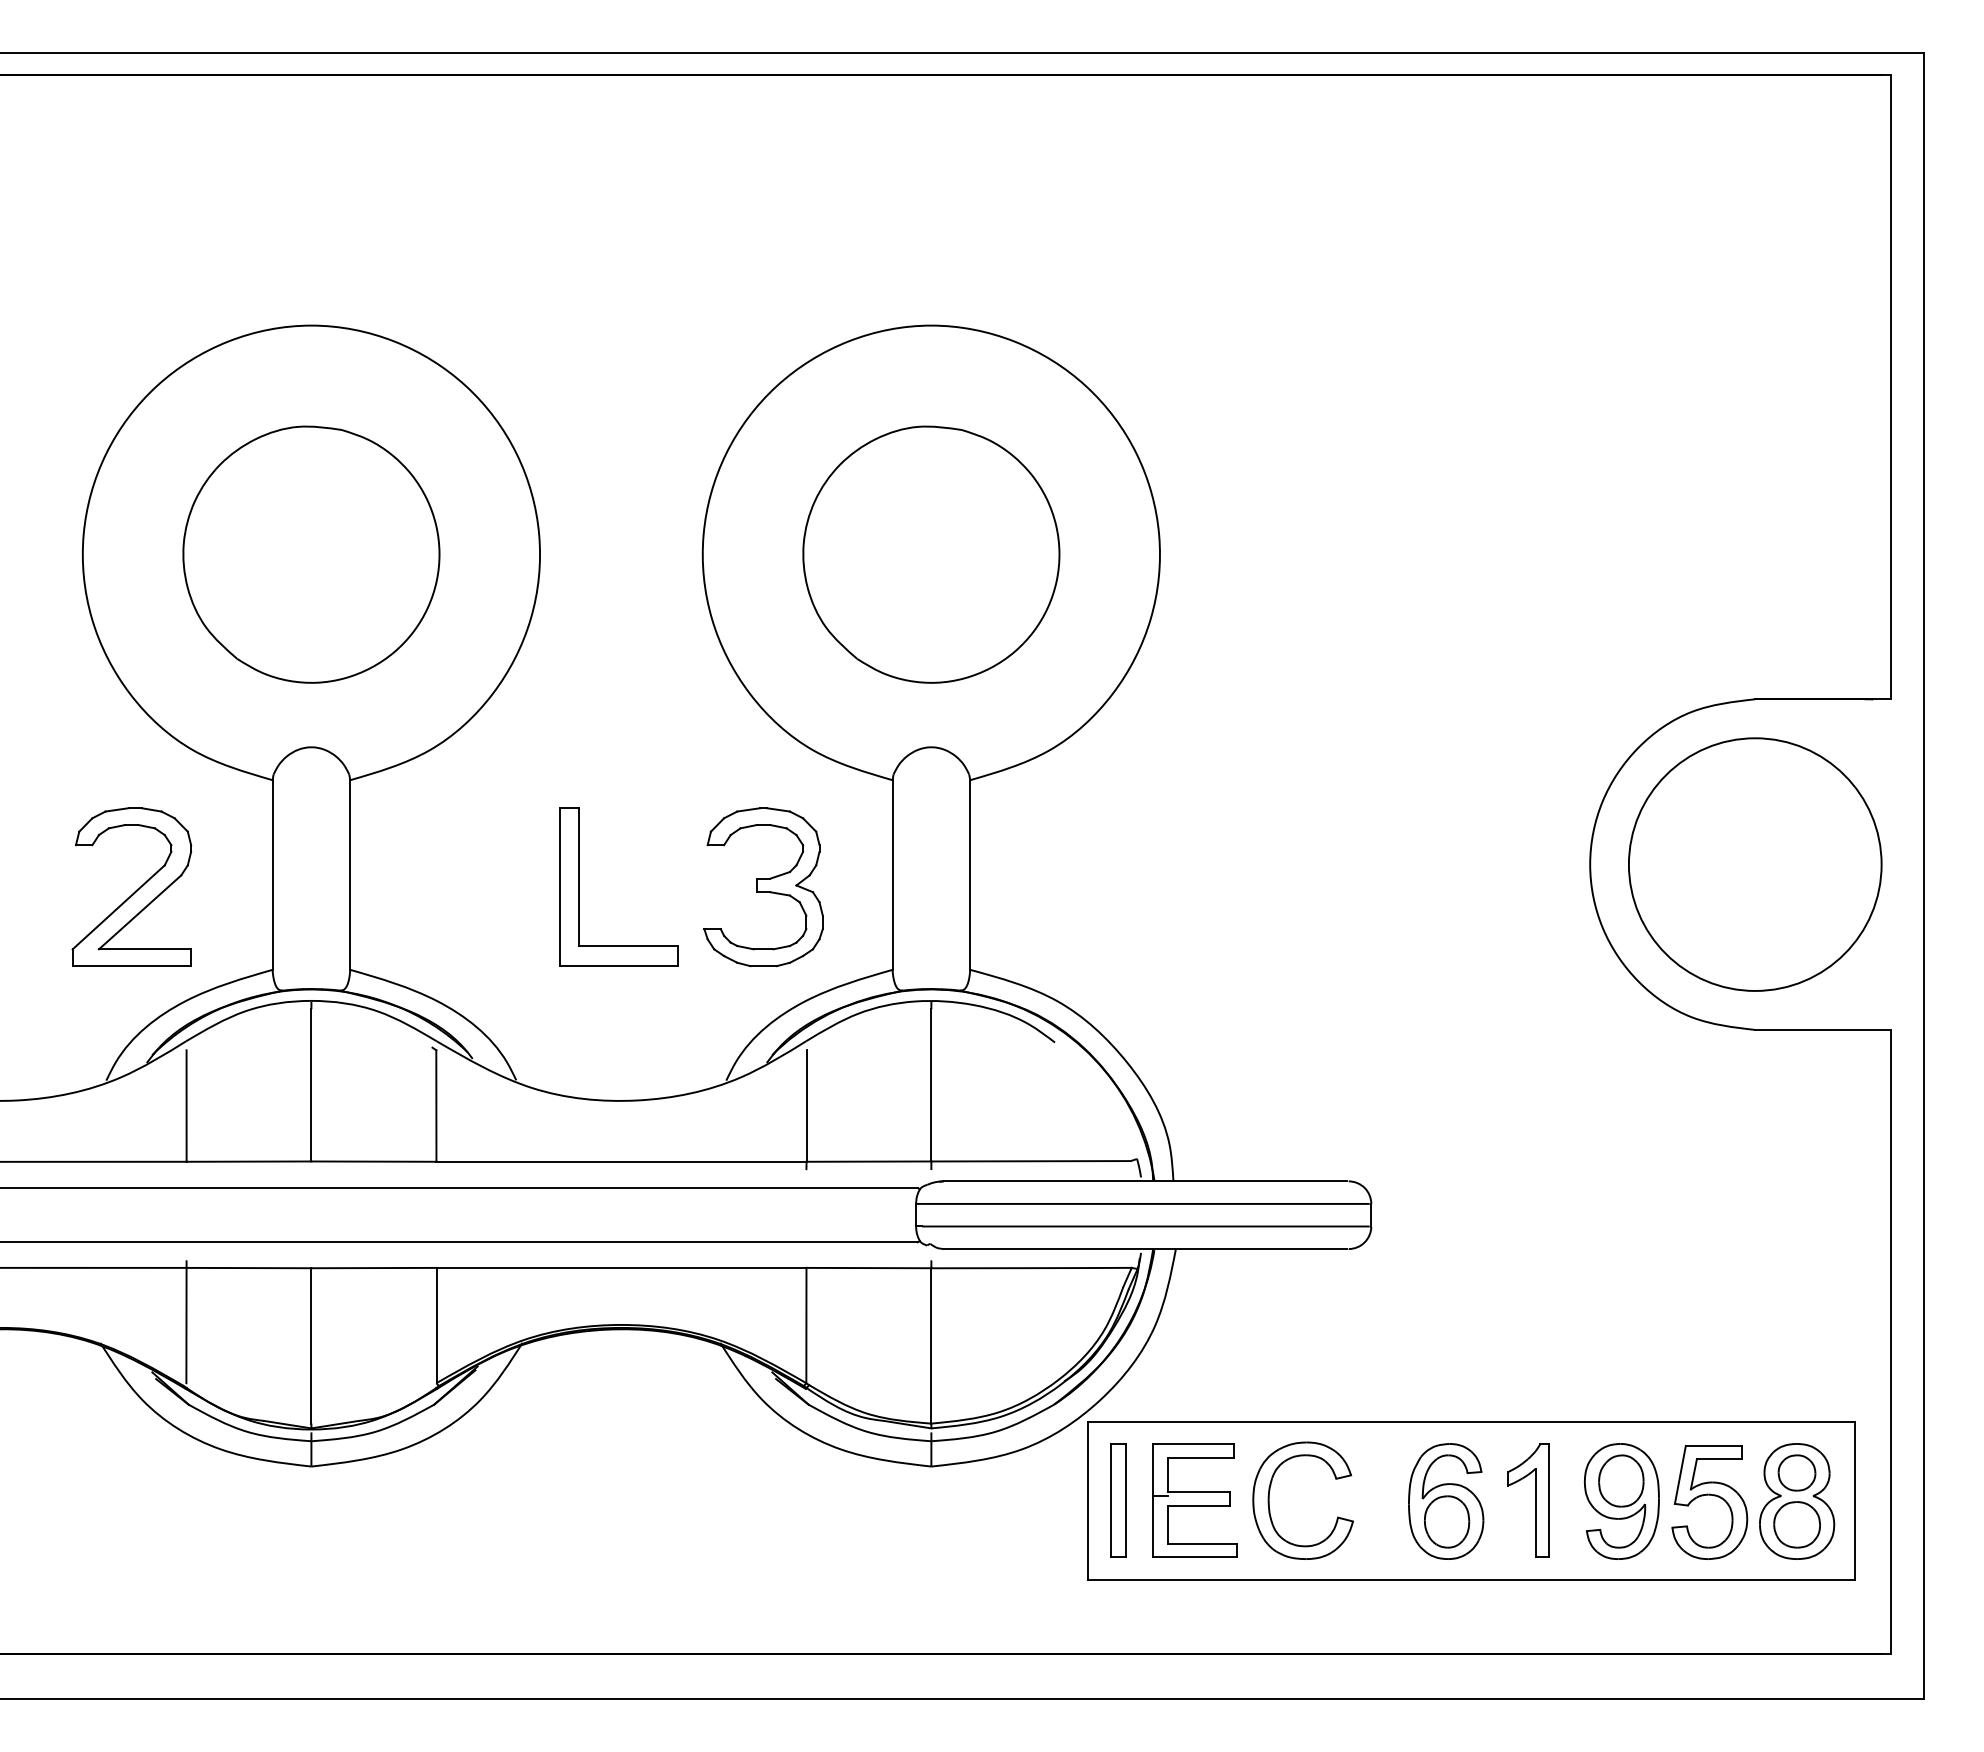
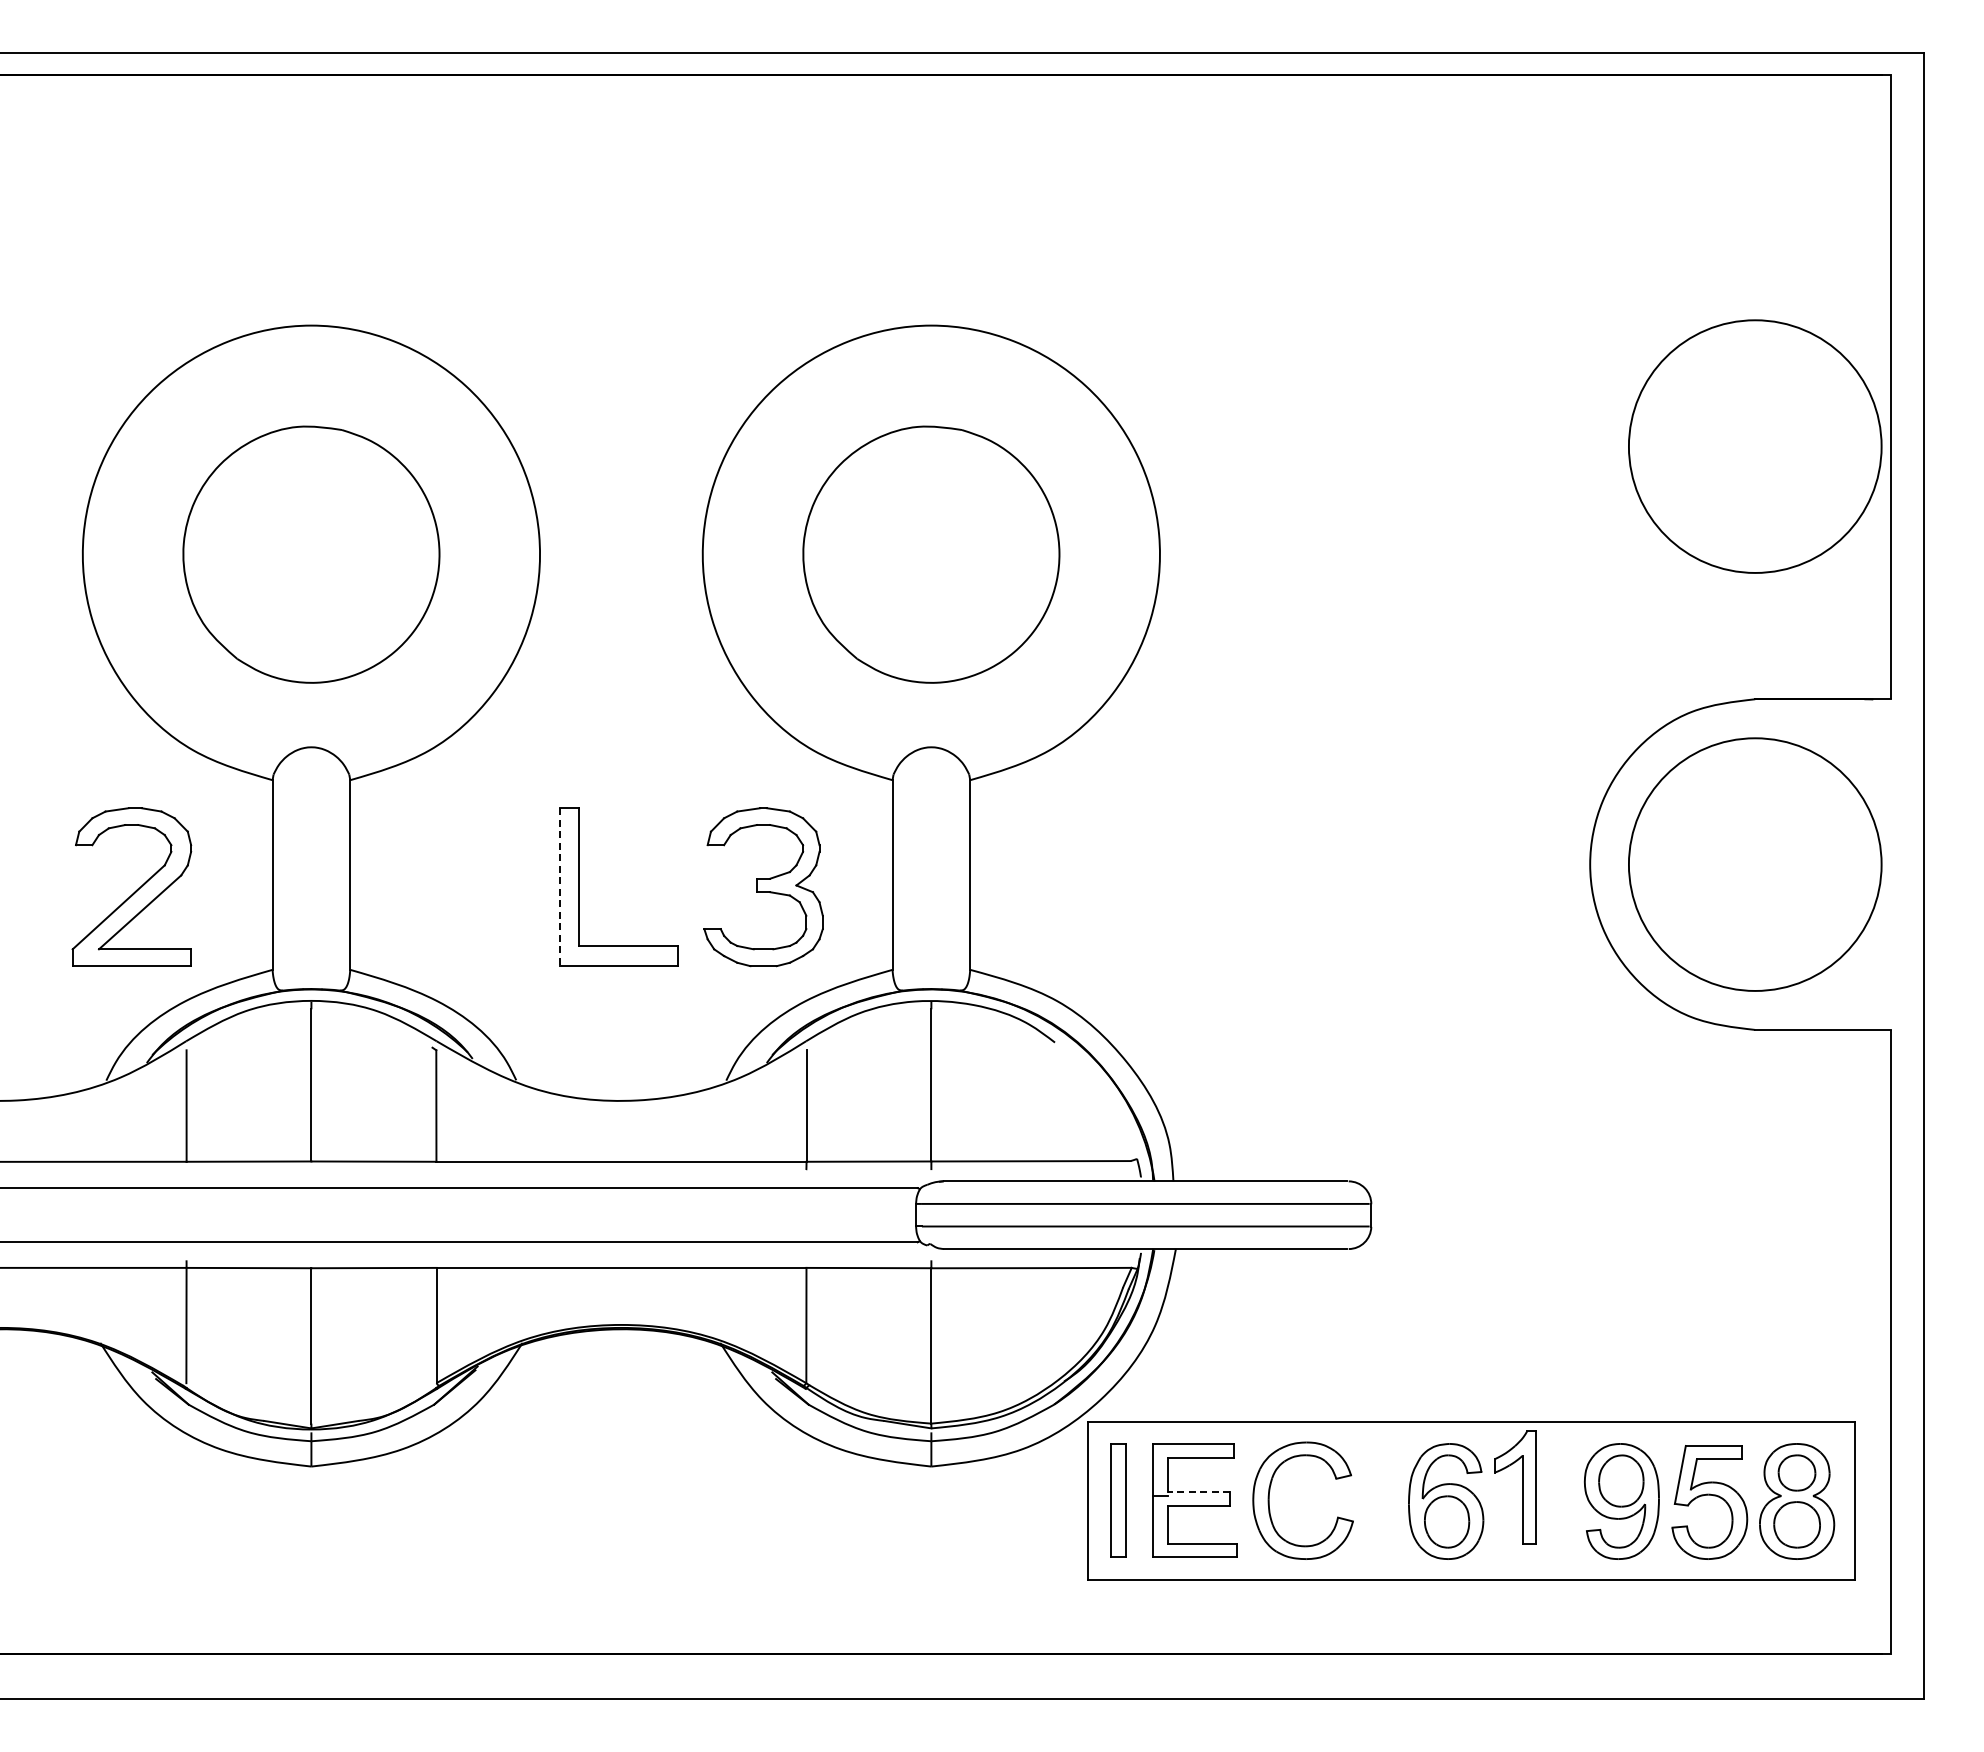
circle at (1755, 446): none -> present
line at (559, 887): solid -> dashed
line at (1198, 1492): solid -> dashed
part at (1535, 1500) position: (1535, 1500) -> (1522, 1487)
